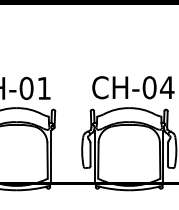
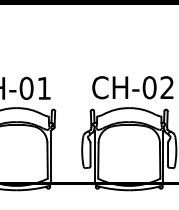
text at (166, 87): CH-04 -> CH-02
